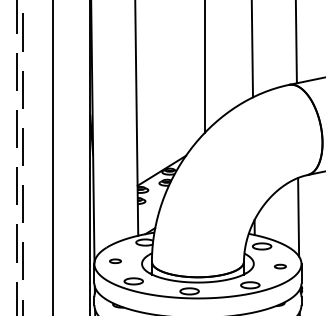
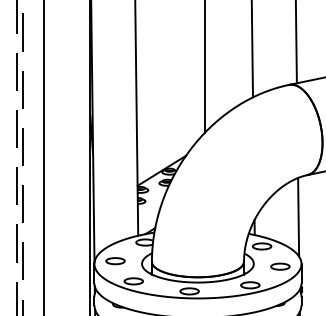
line at (52, 157) position: (52, 157) -> (43, 157)
part at (115, 260) size: 13x6 px -> 21x9 px
part at (280, 266) size: 13x7 px -> 21x9 px
